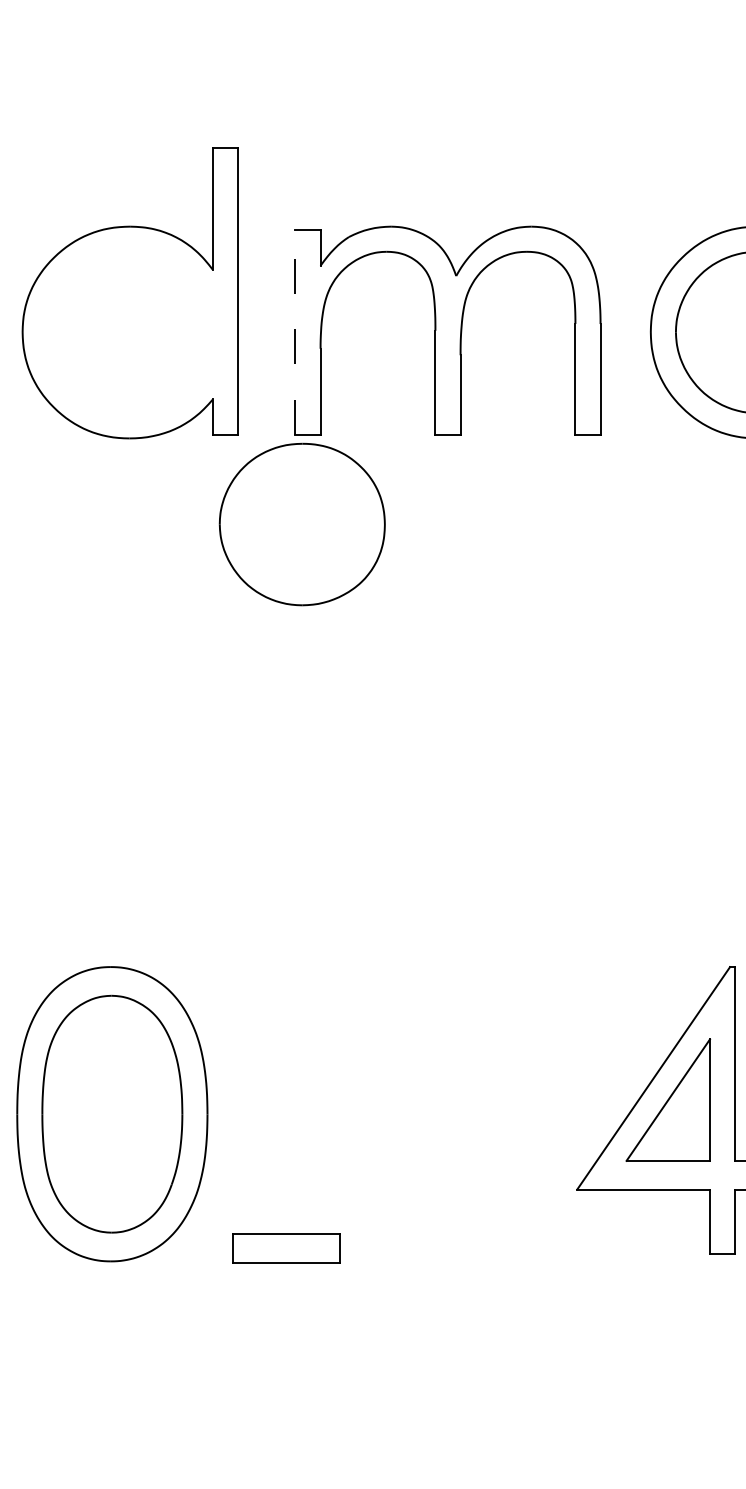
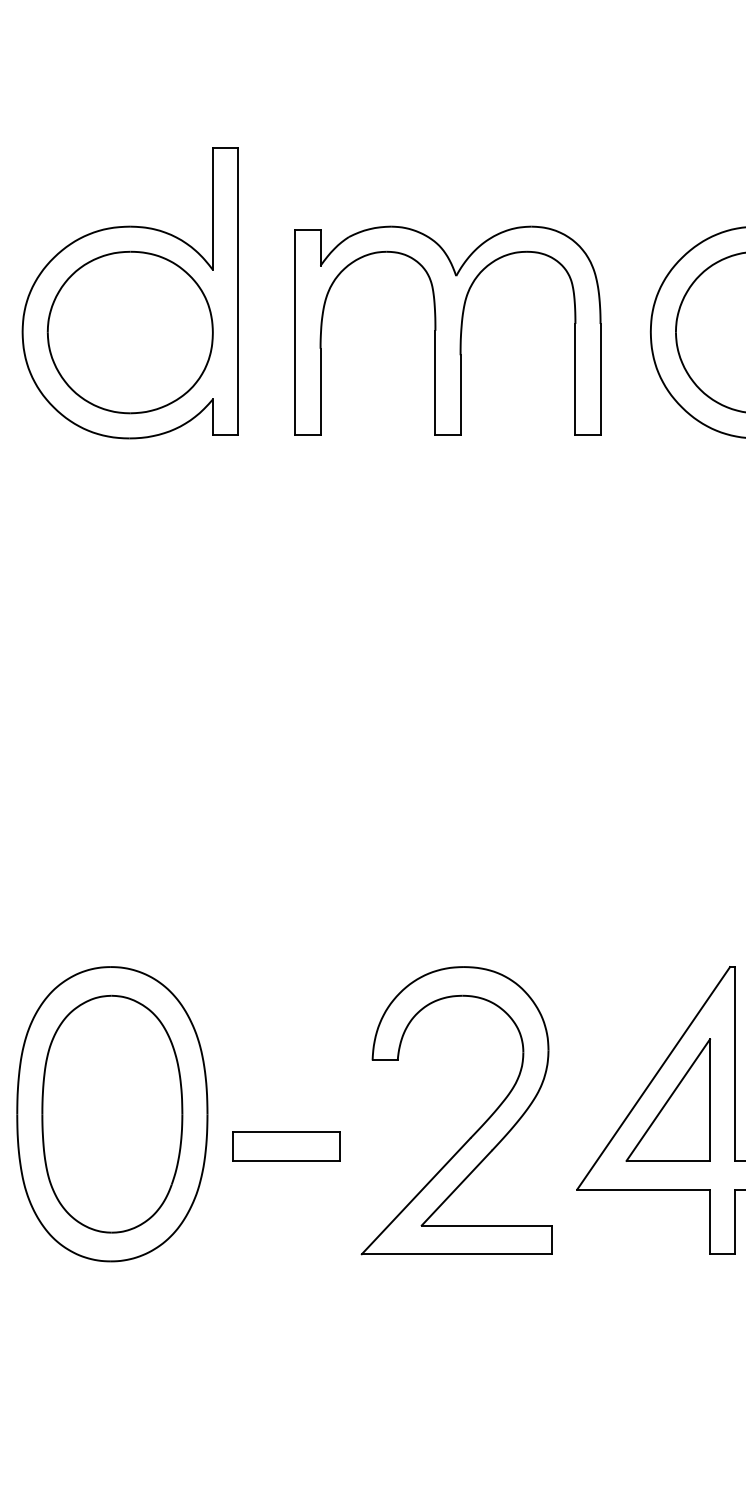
line at (295, 332): dashed -> solid
part at (301, 524) position: (301, 524) -> (129, 332)
part at (476, 1130): none -> present
part at (286, 1248) position: (286, 1248) -> (286, 1146)
